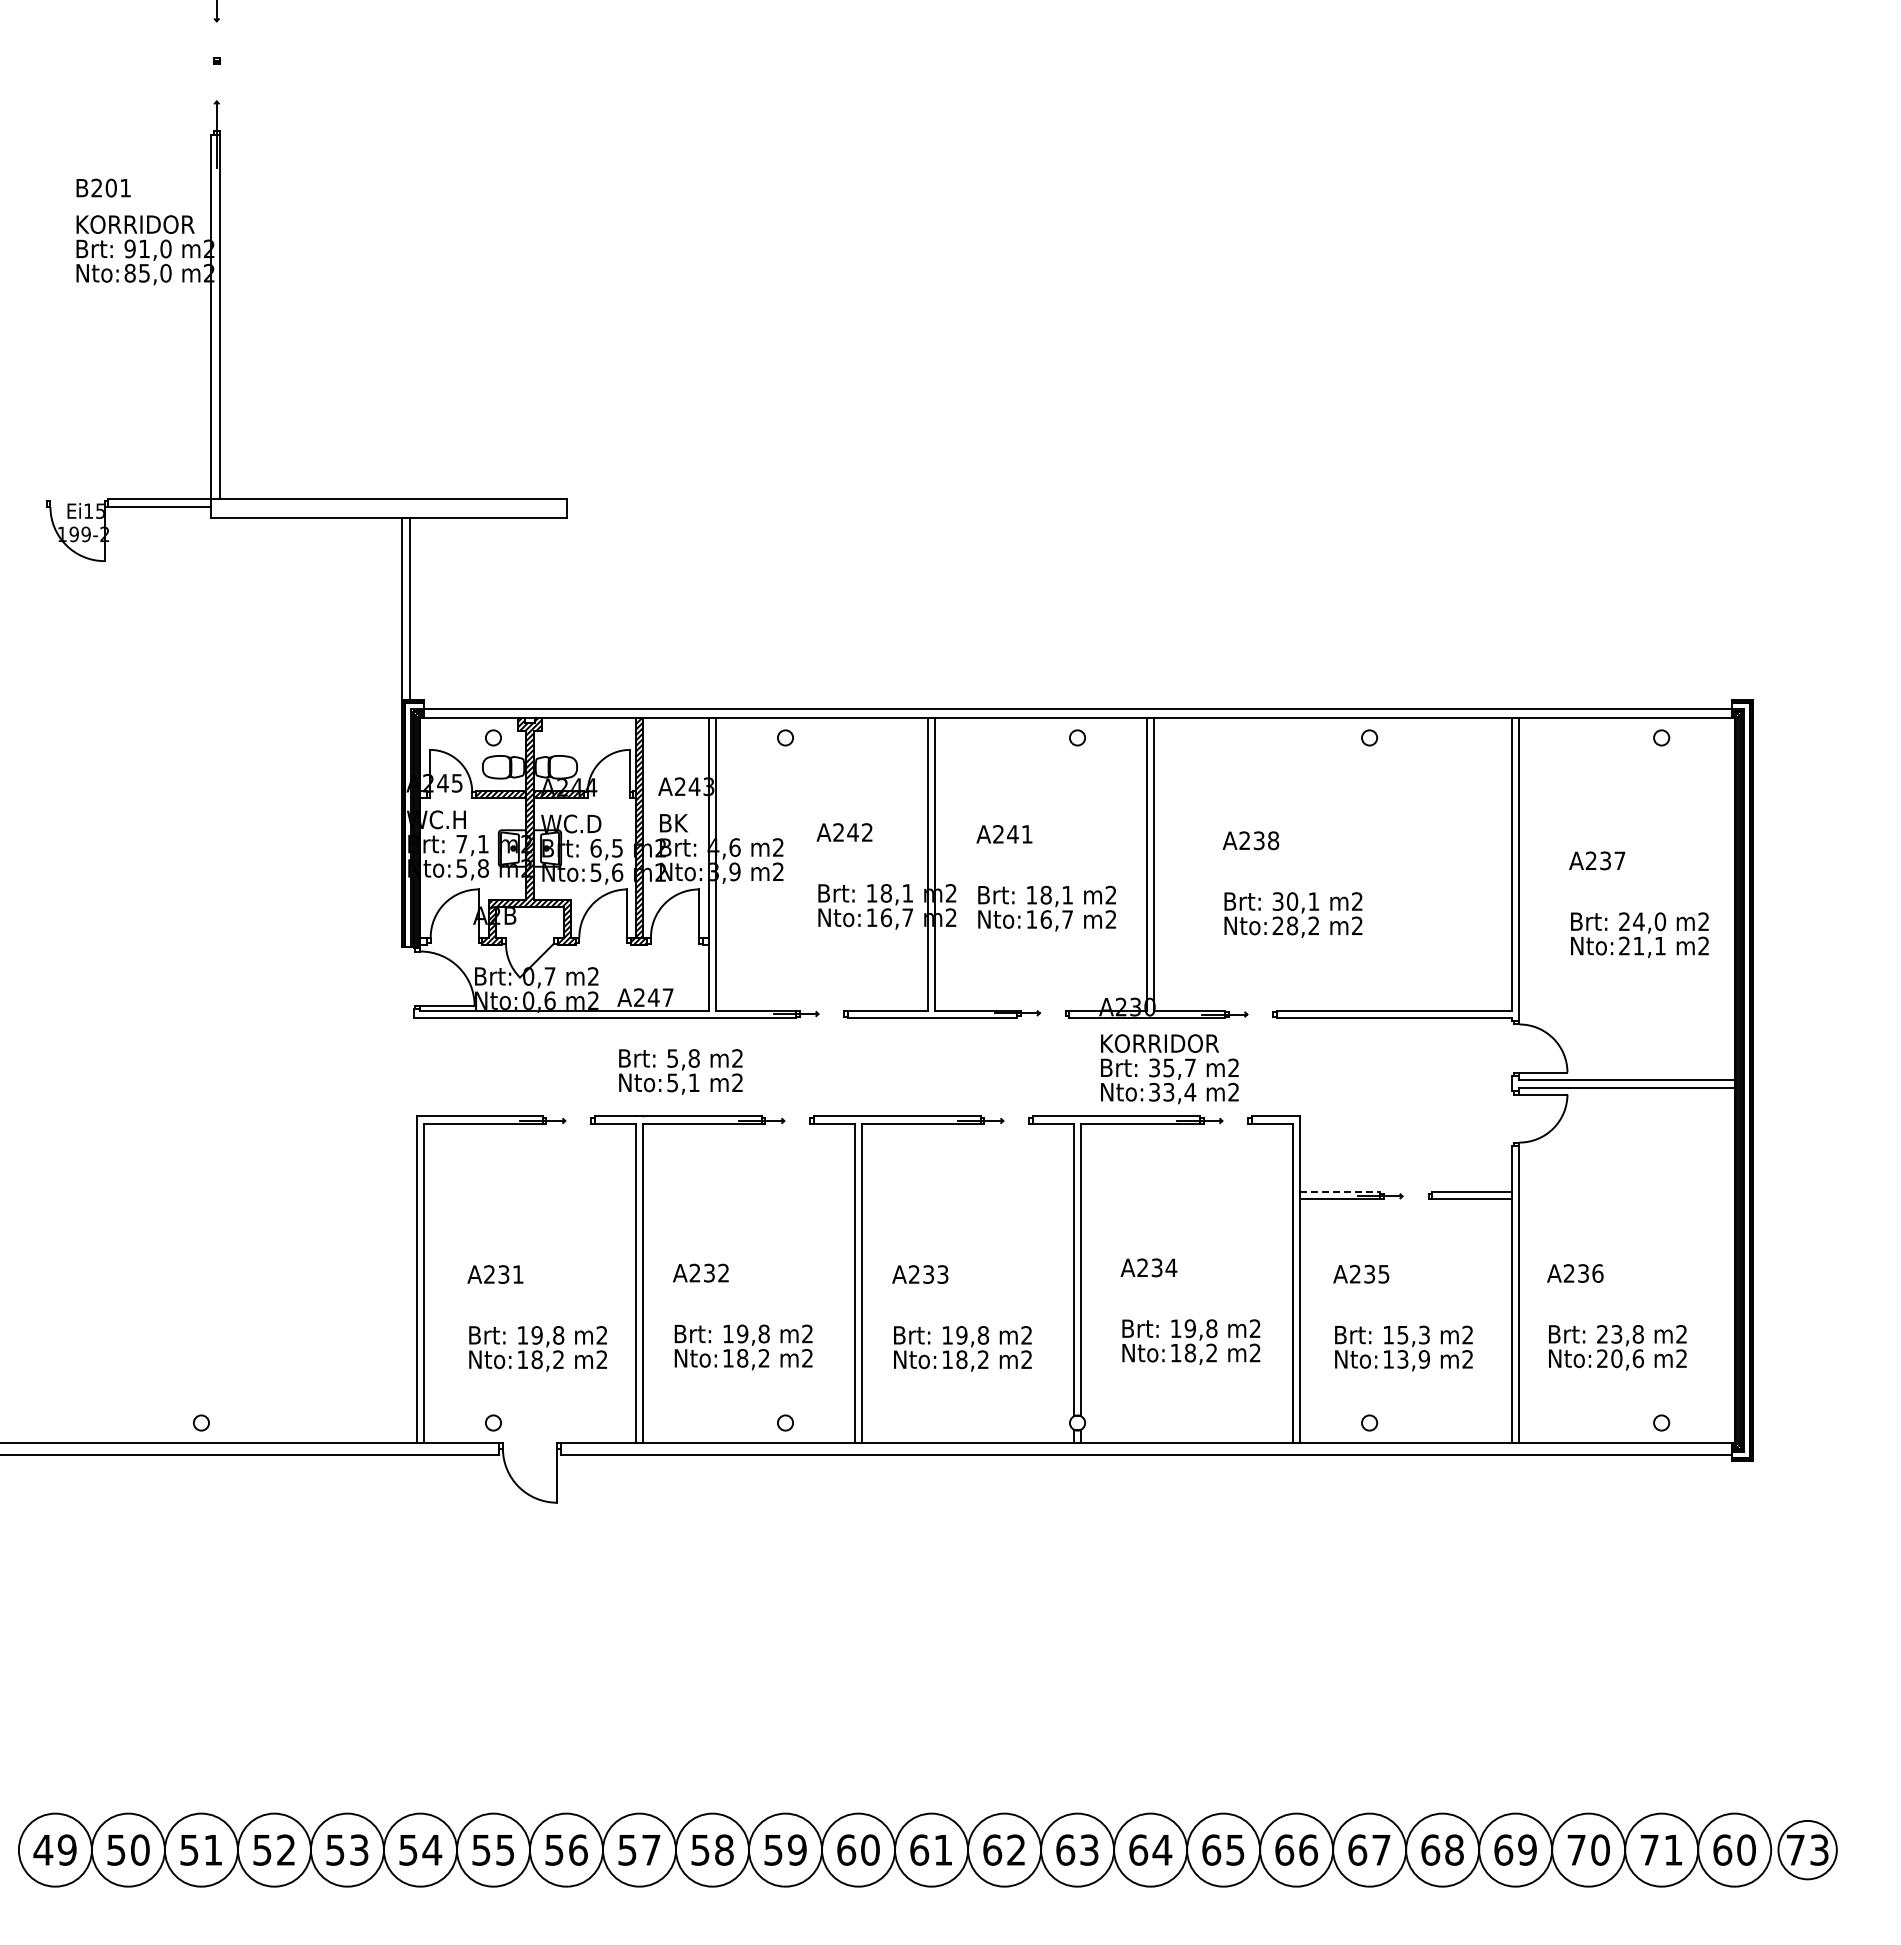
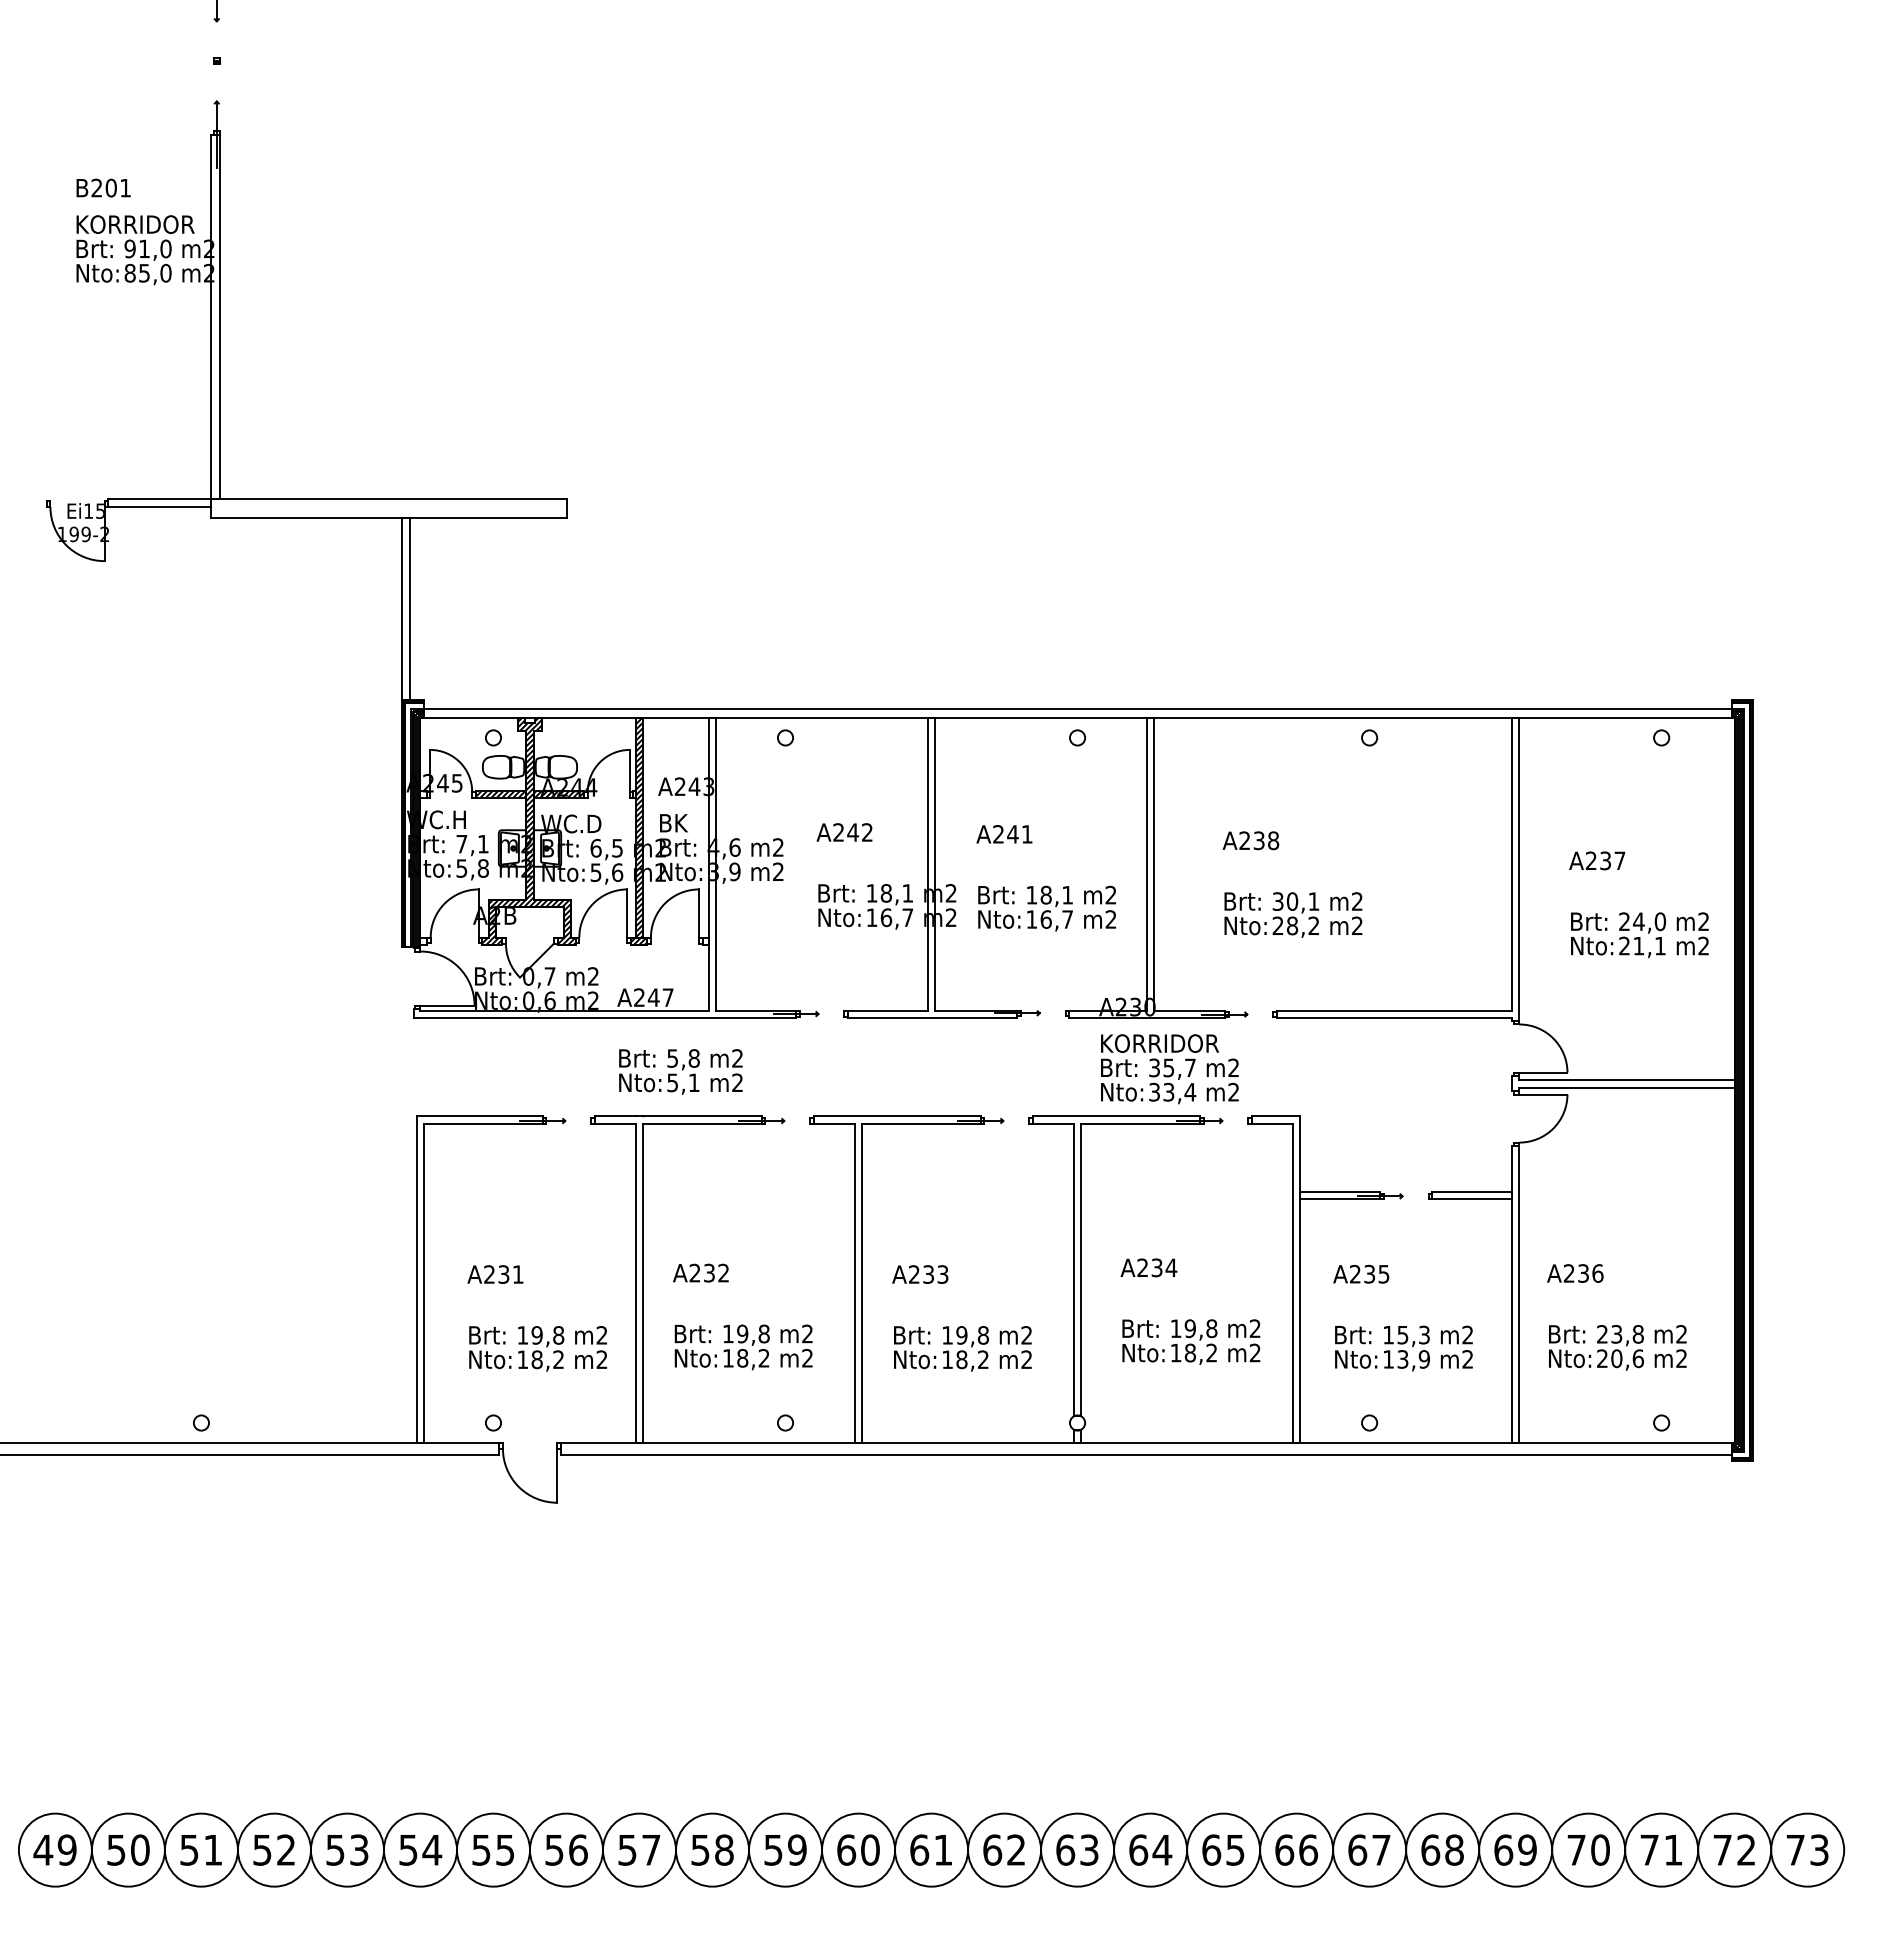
line at (1340, 1191): dashed -> solid
text at (1734, 1849): 60 -> 72
circle at (1807, 1849) diameter: 58 px -> 73 px
